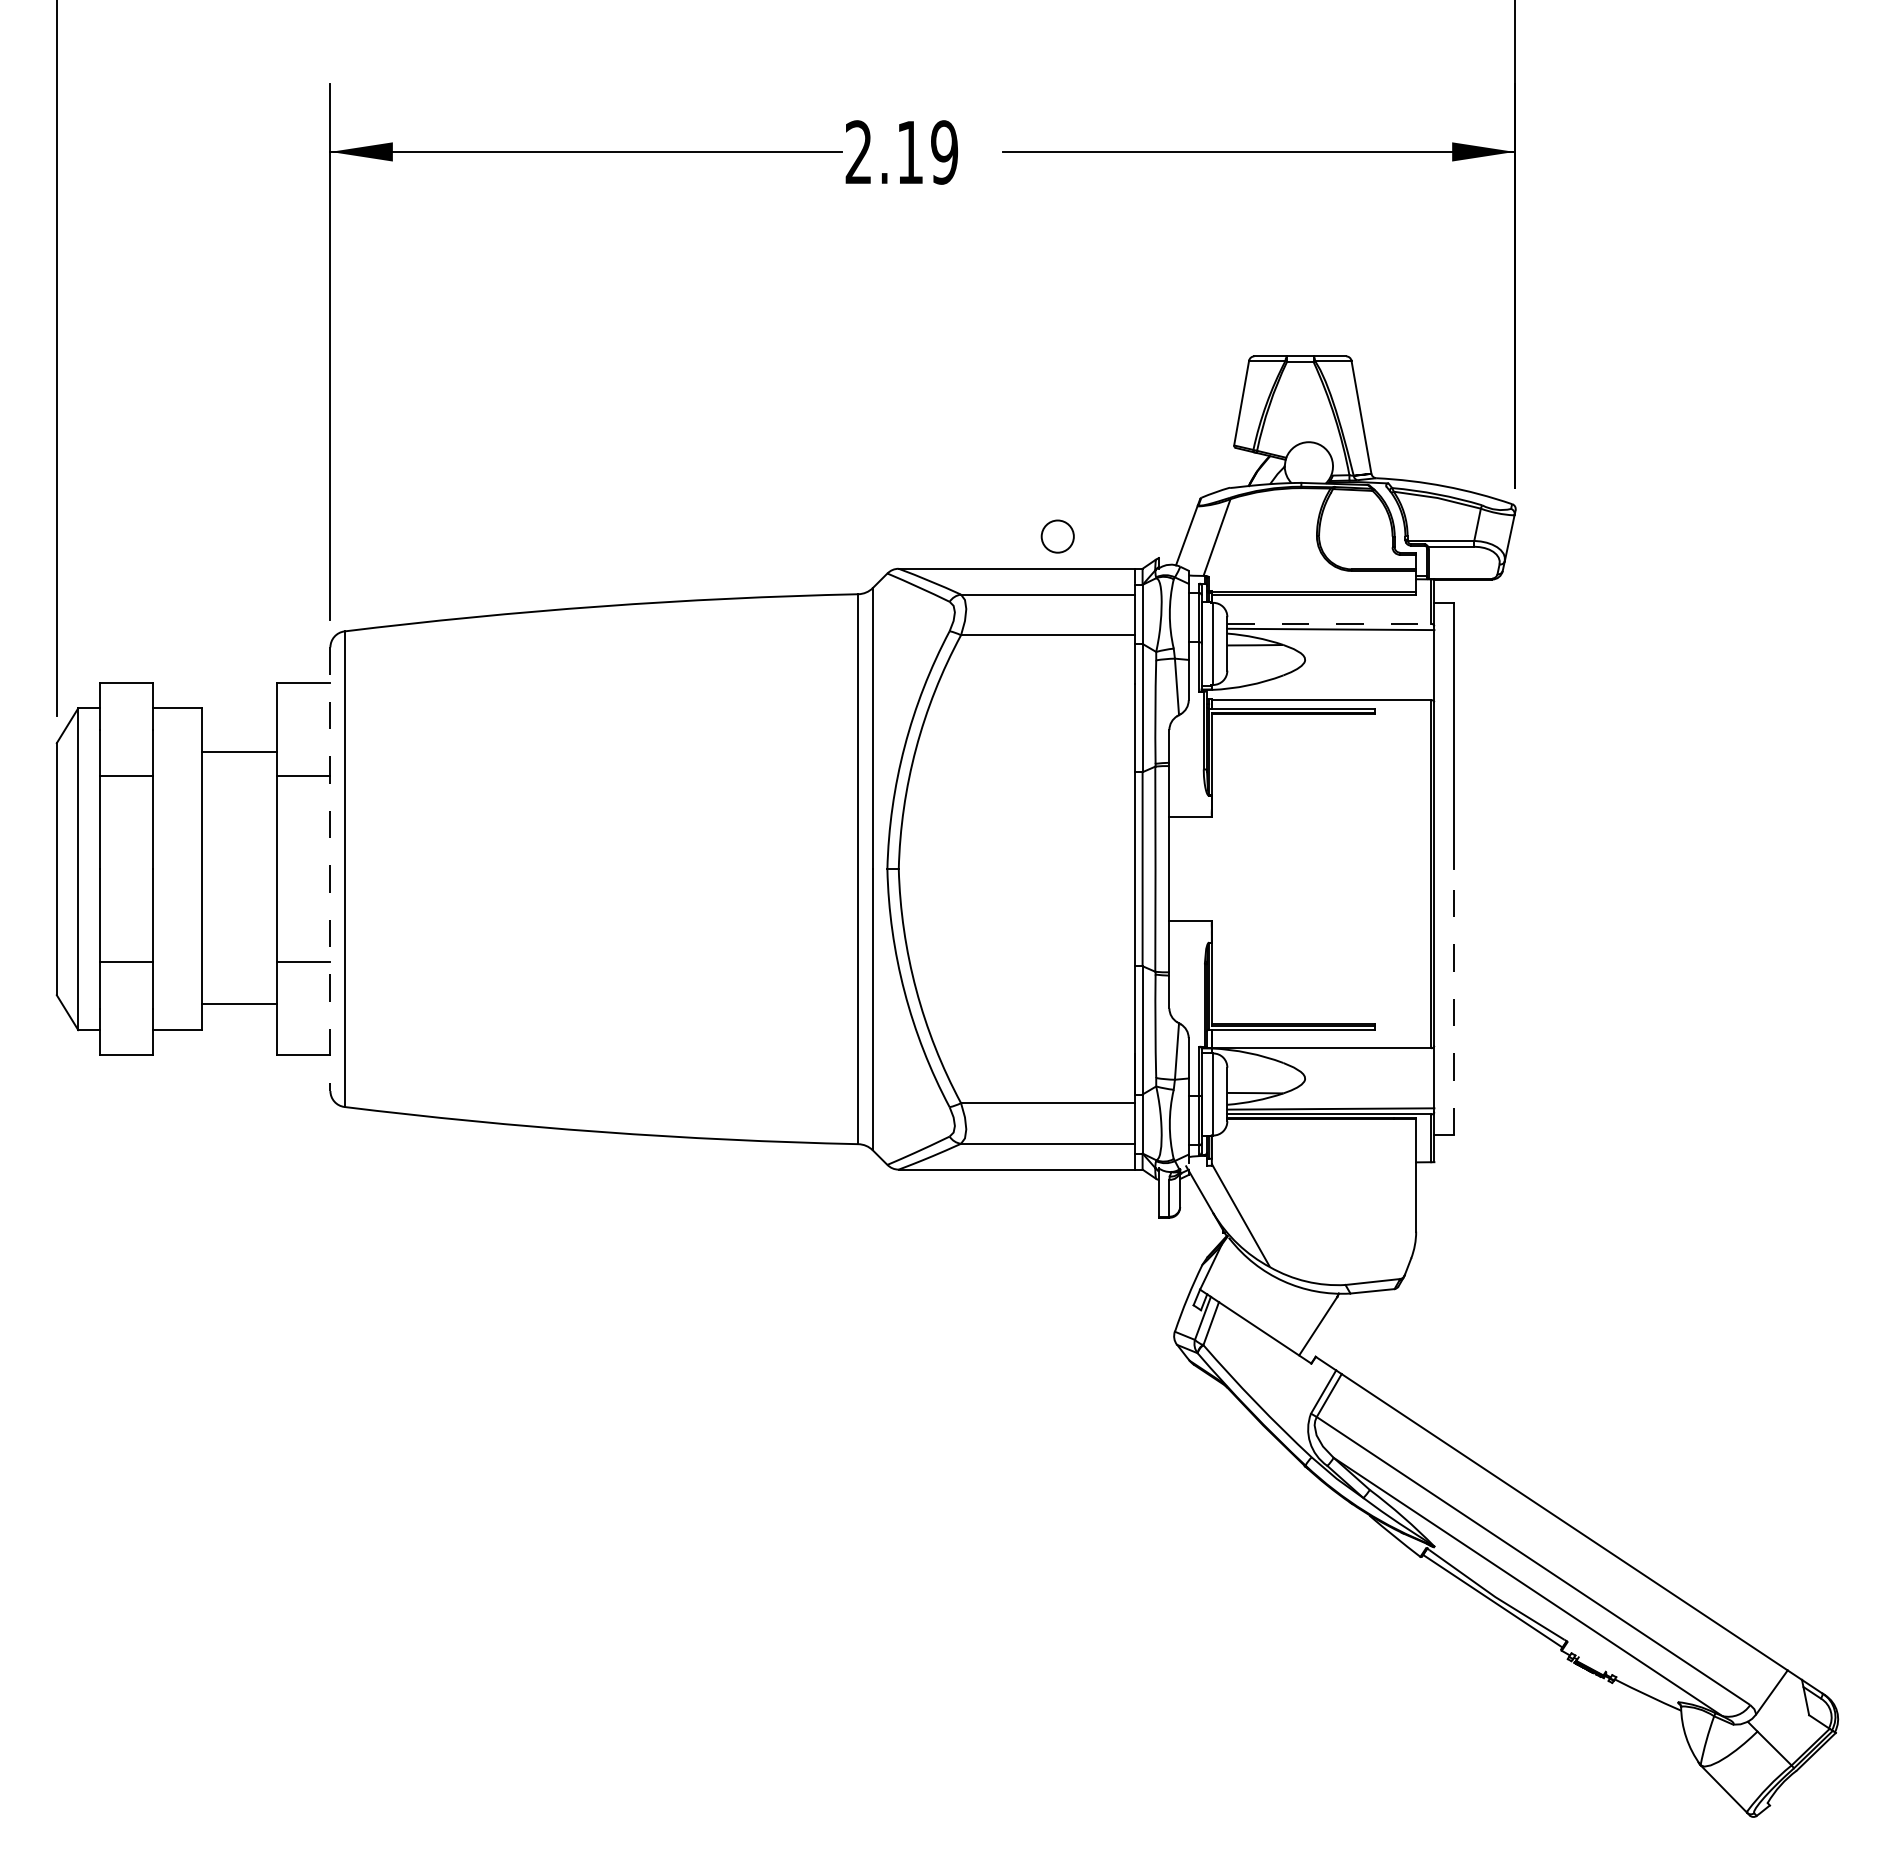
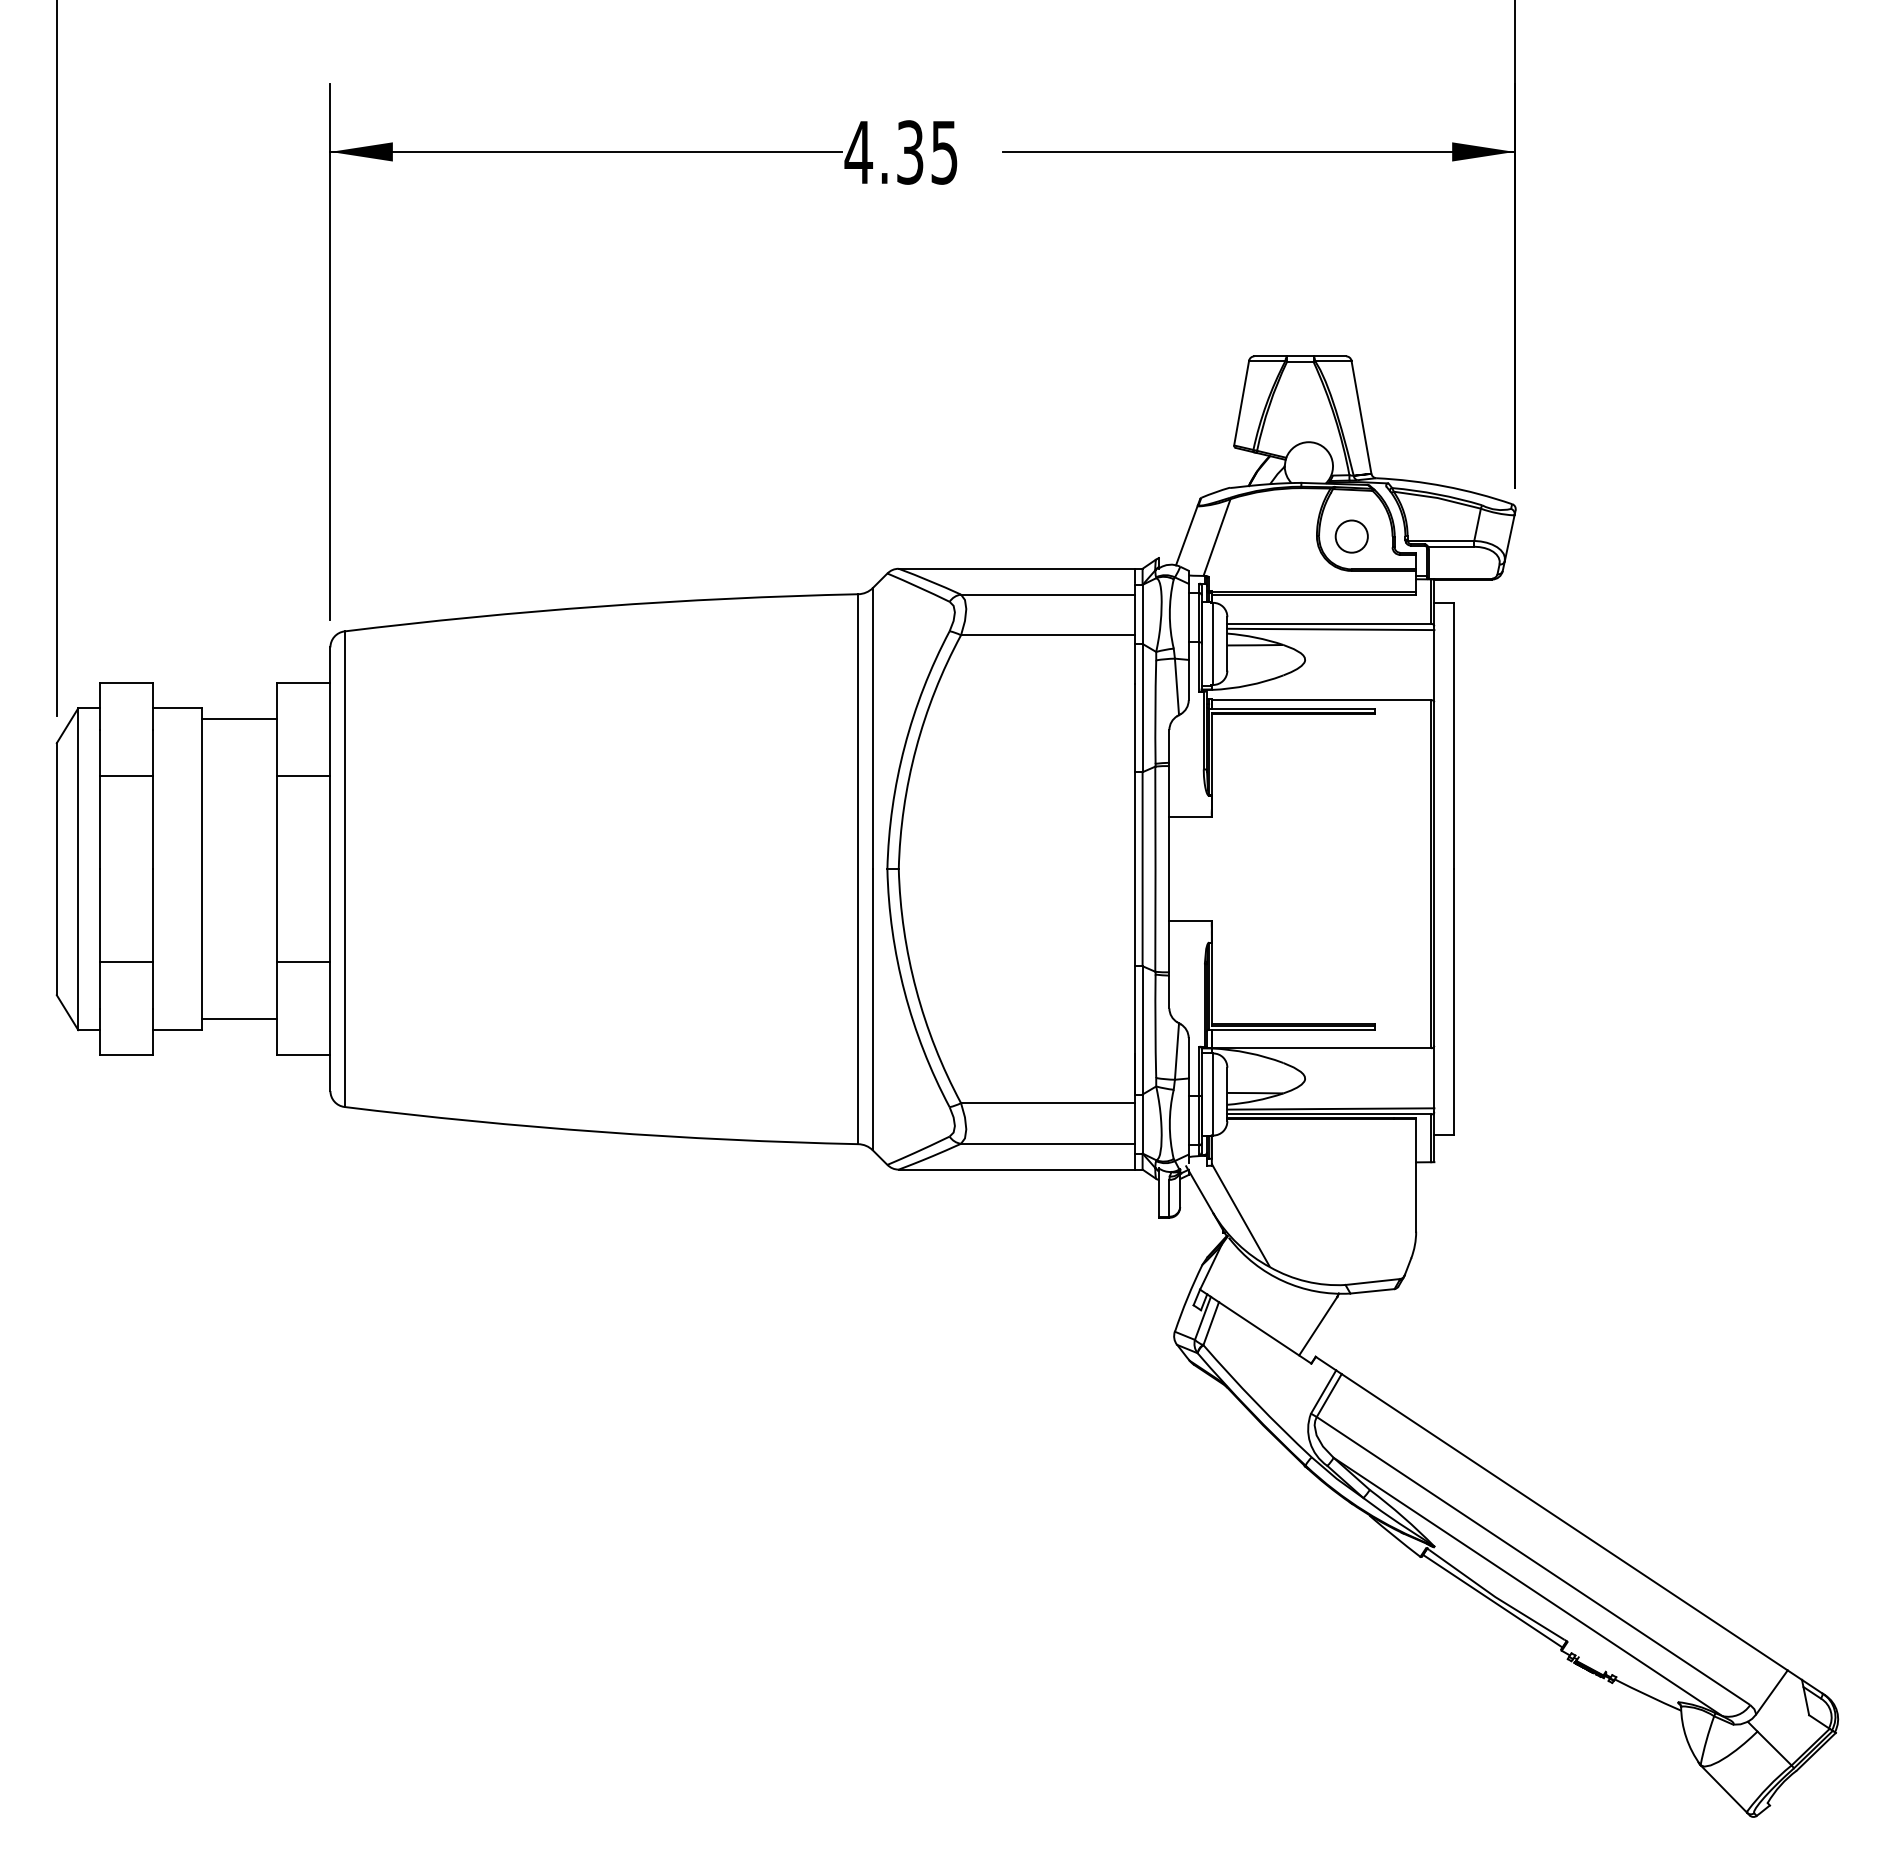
text at (900, 152): 2.19 -> 4.35
circle at (1057, 536) position: (1057, 536) -> (1351, 536)
line at (1329, 623): dashed -> solid
line at (238, 752) position: (238, 752) -> (238, 719)
line at (330, 869): dashed -> solid
line at (1453, 1002): dashed -> solid
line at (238, 1004) position: (238, 1004) -> (238, 1019)
